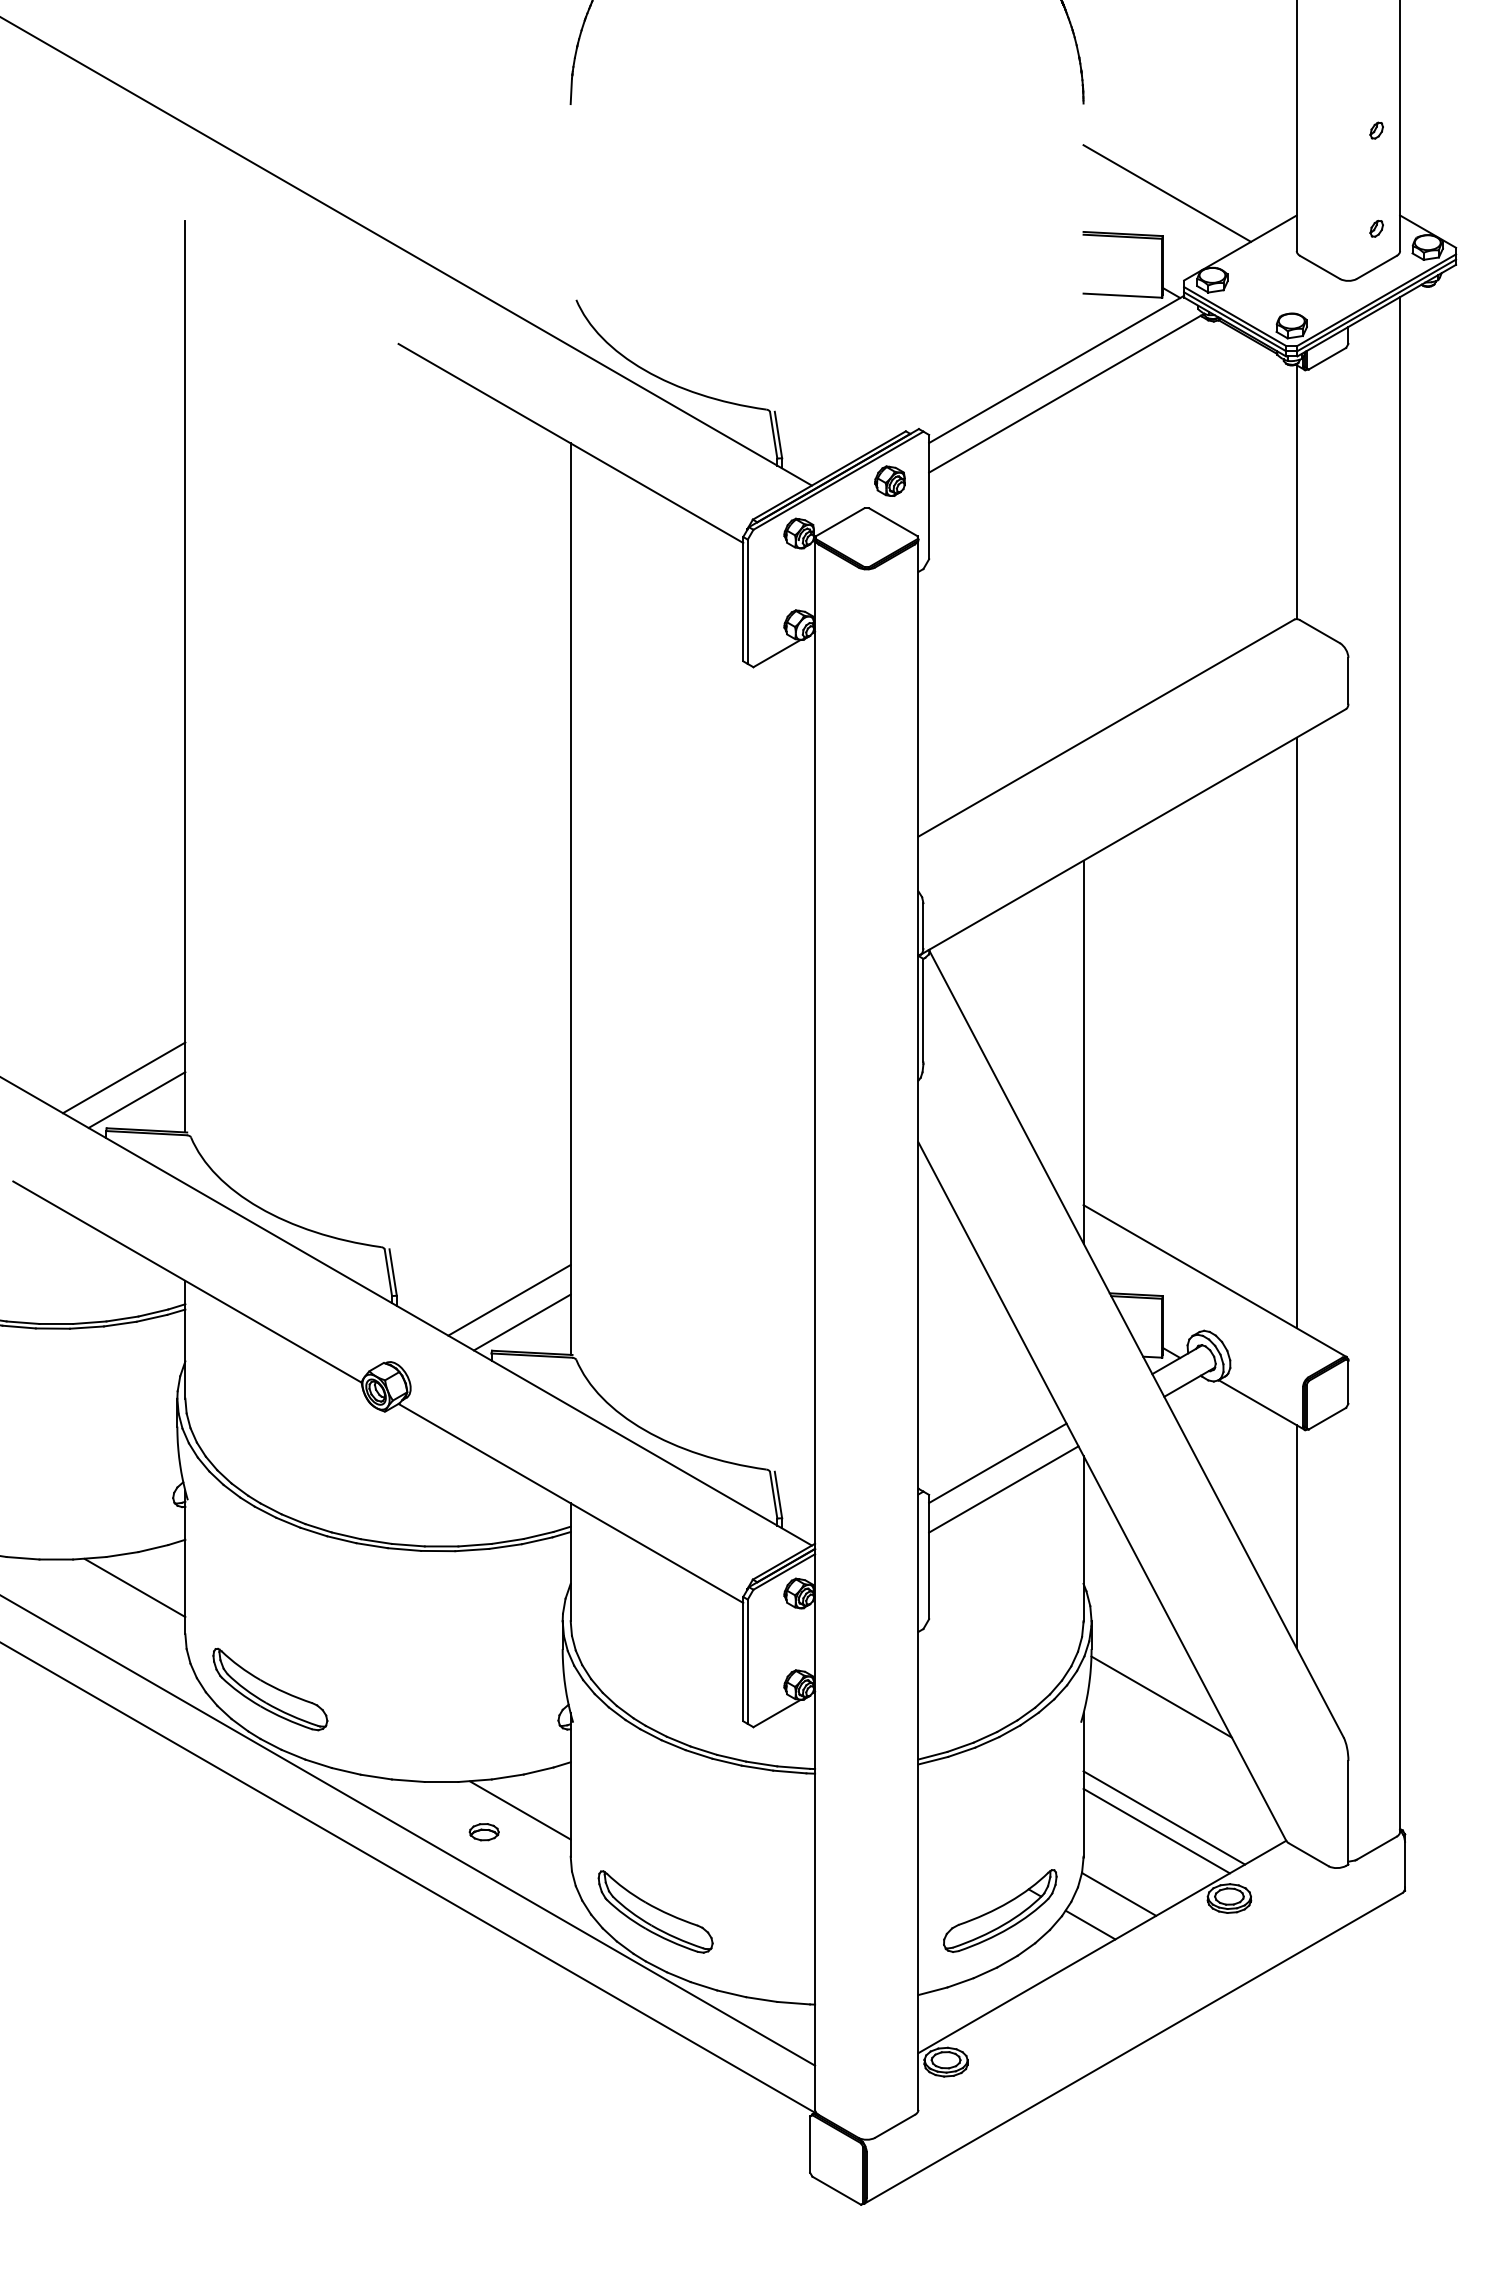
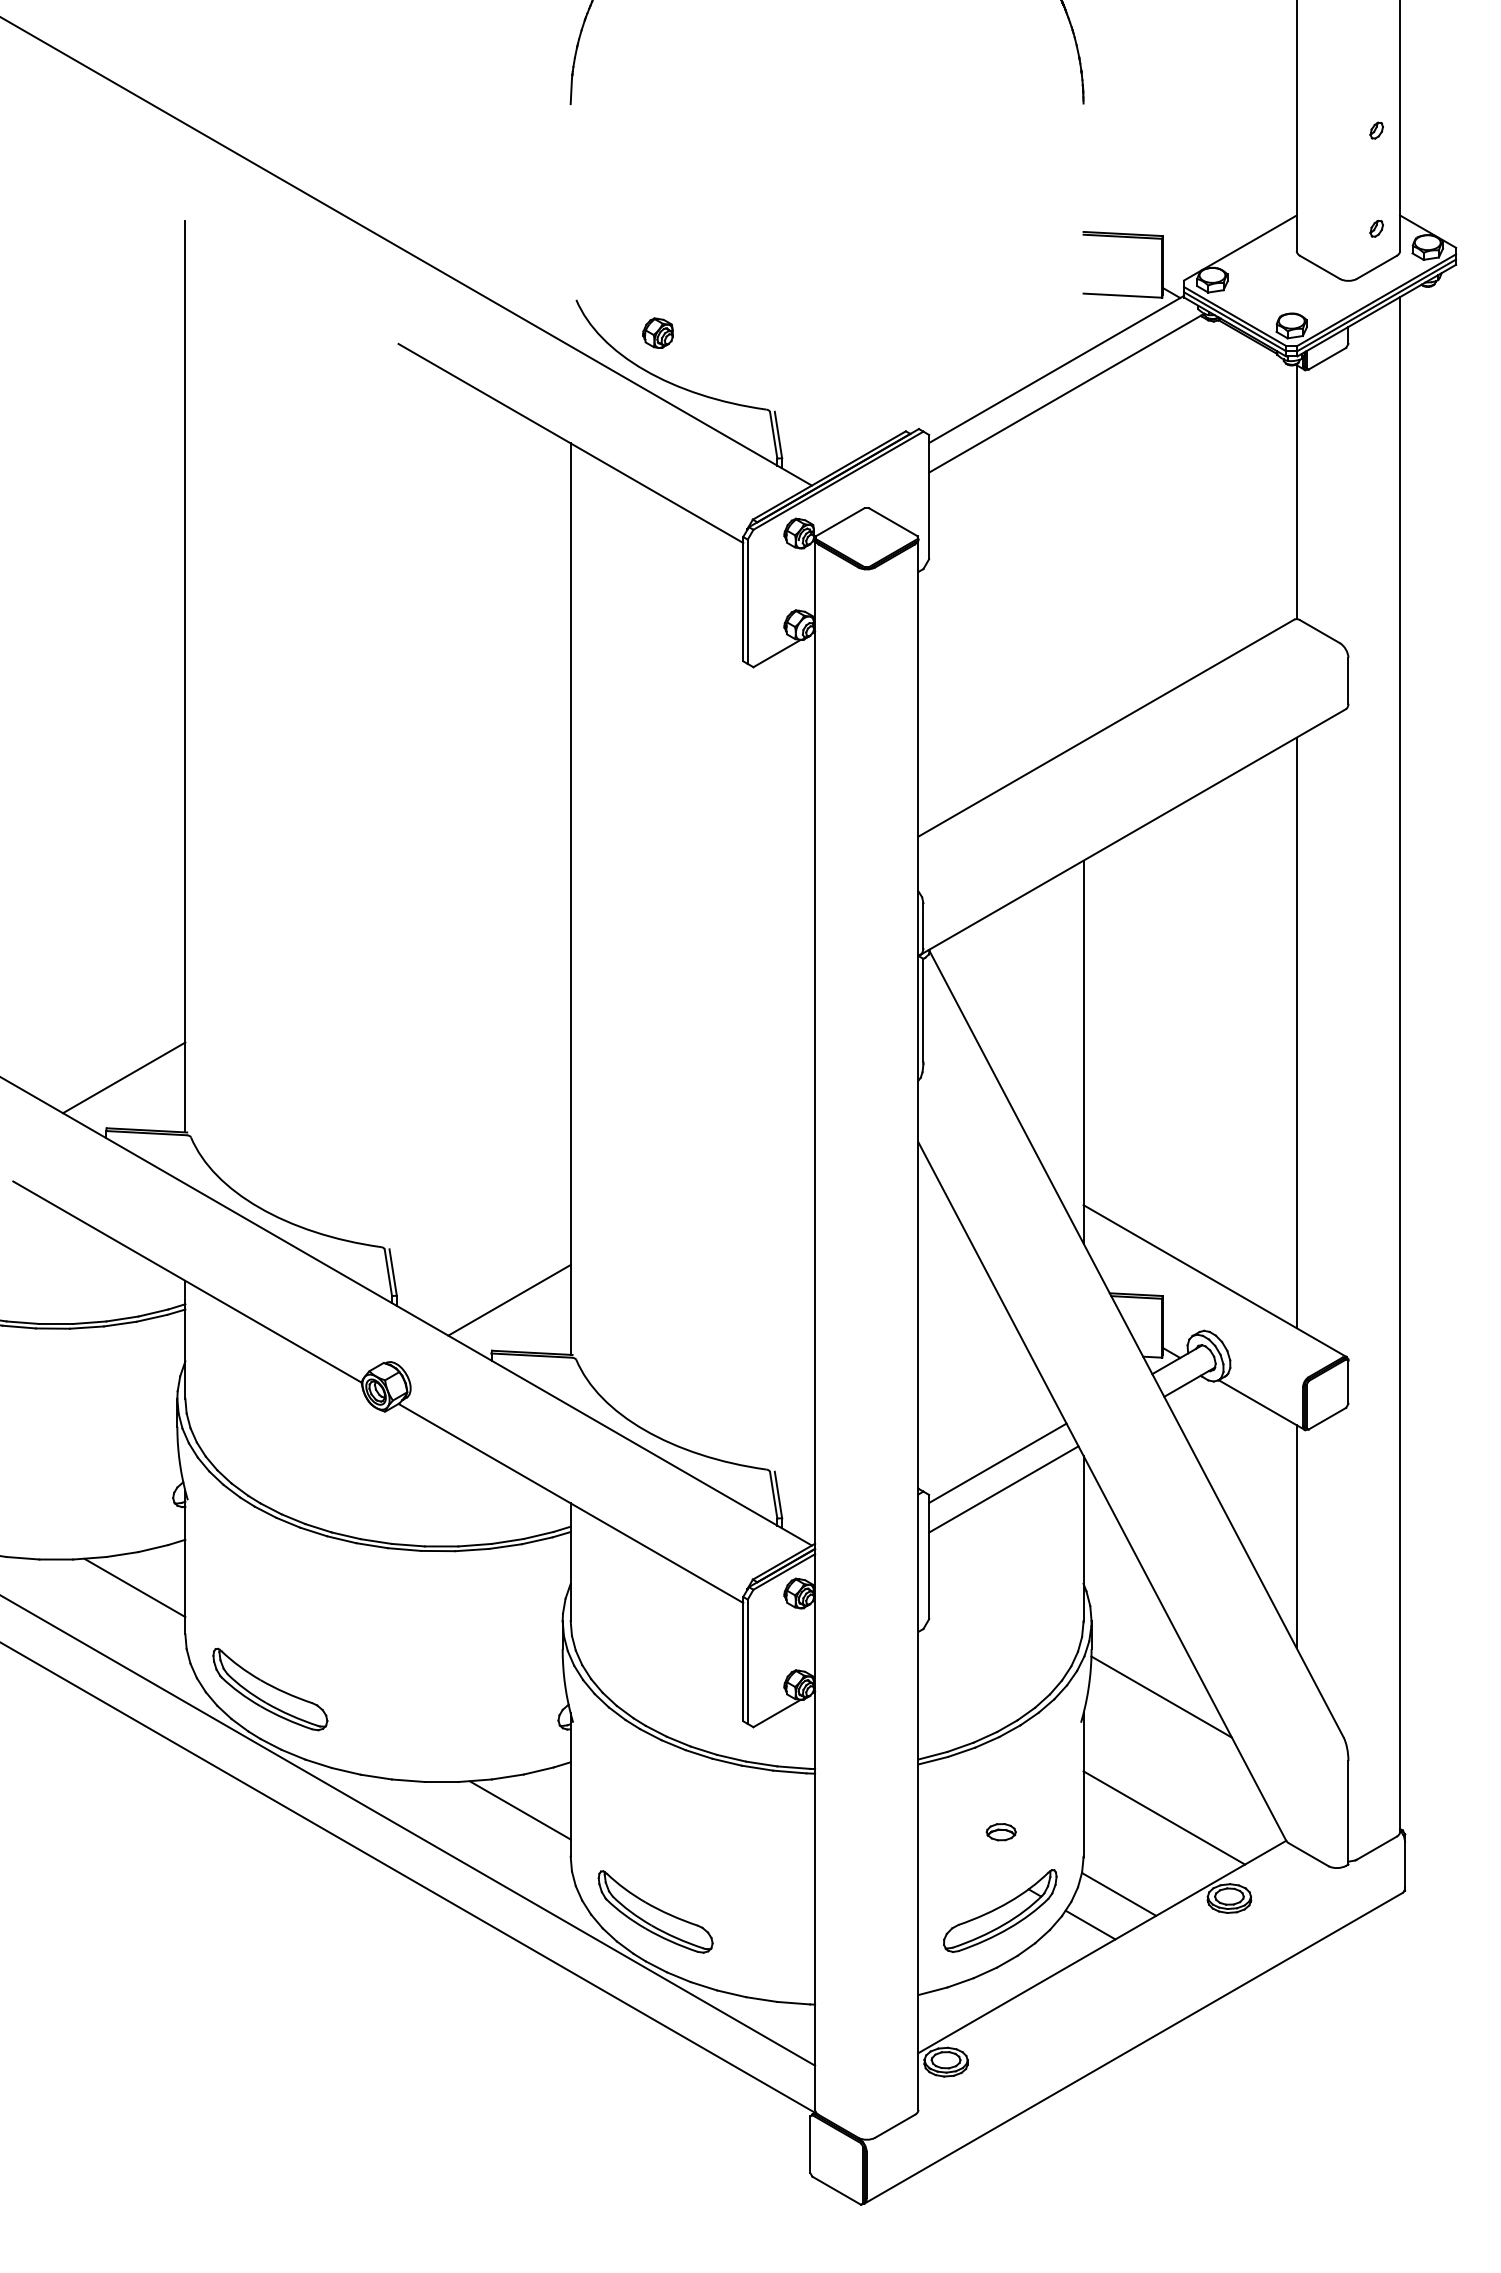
line at (1167, 193): present -> none
part at (889, 480) position: (889, 480) -> (657, 332)
line at (136, 1100): present -> none
line at (521, 1322): present -> none
line at (1156, 1830): present -> none
part at (483, 1832) position: (483, 1832) -> (1000, 1832)
